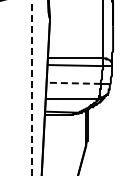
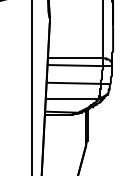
line at (73, 83): dashed -> solid
line at (32, 88): dashed -> solid
